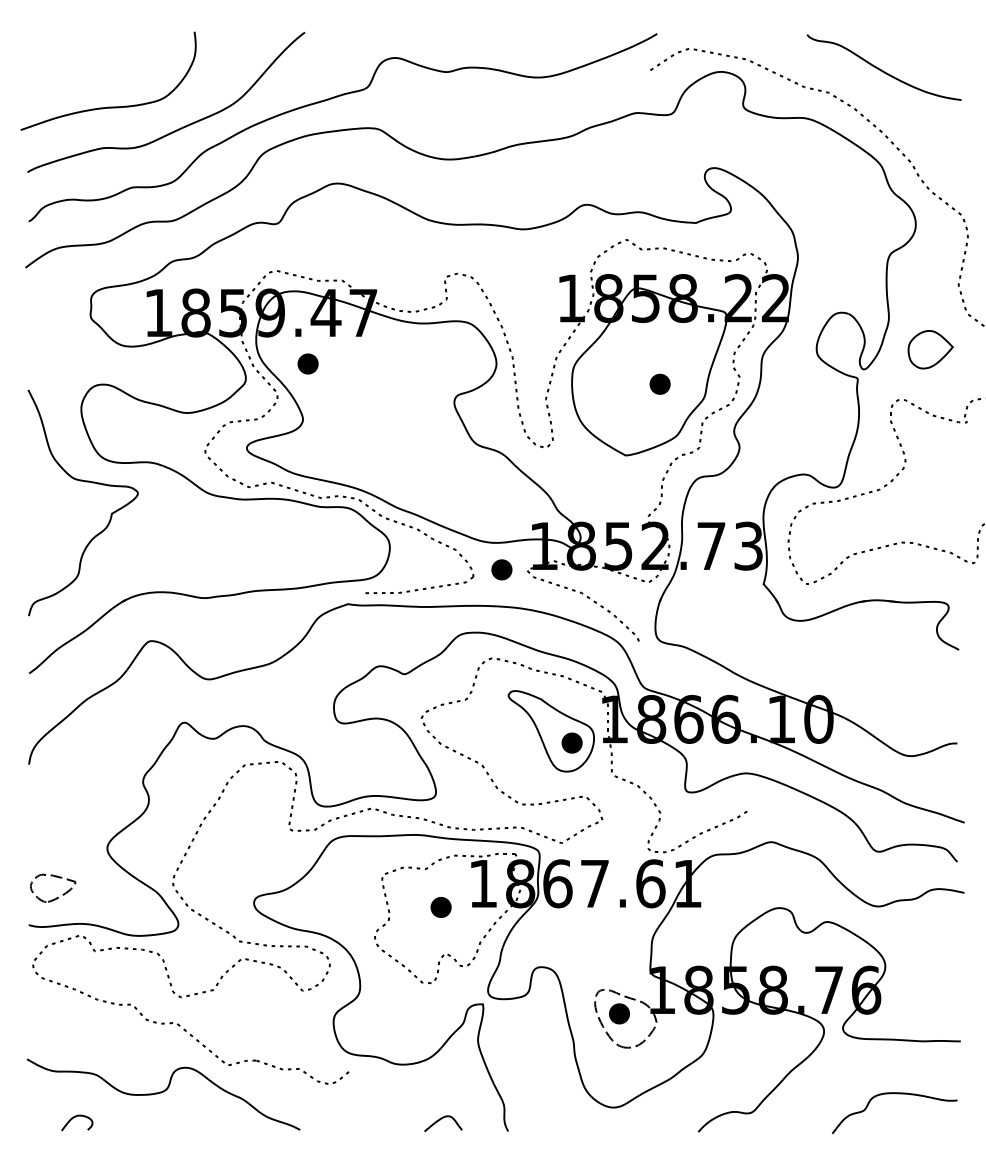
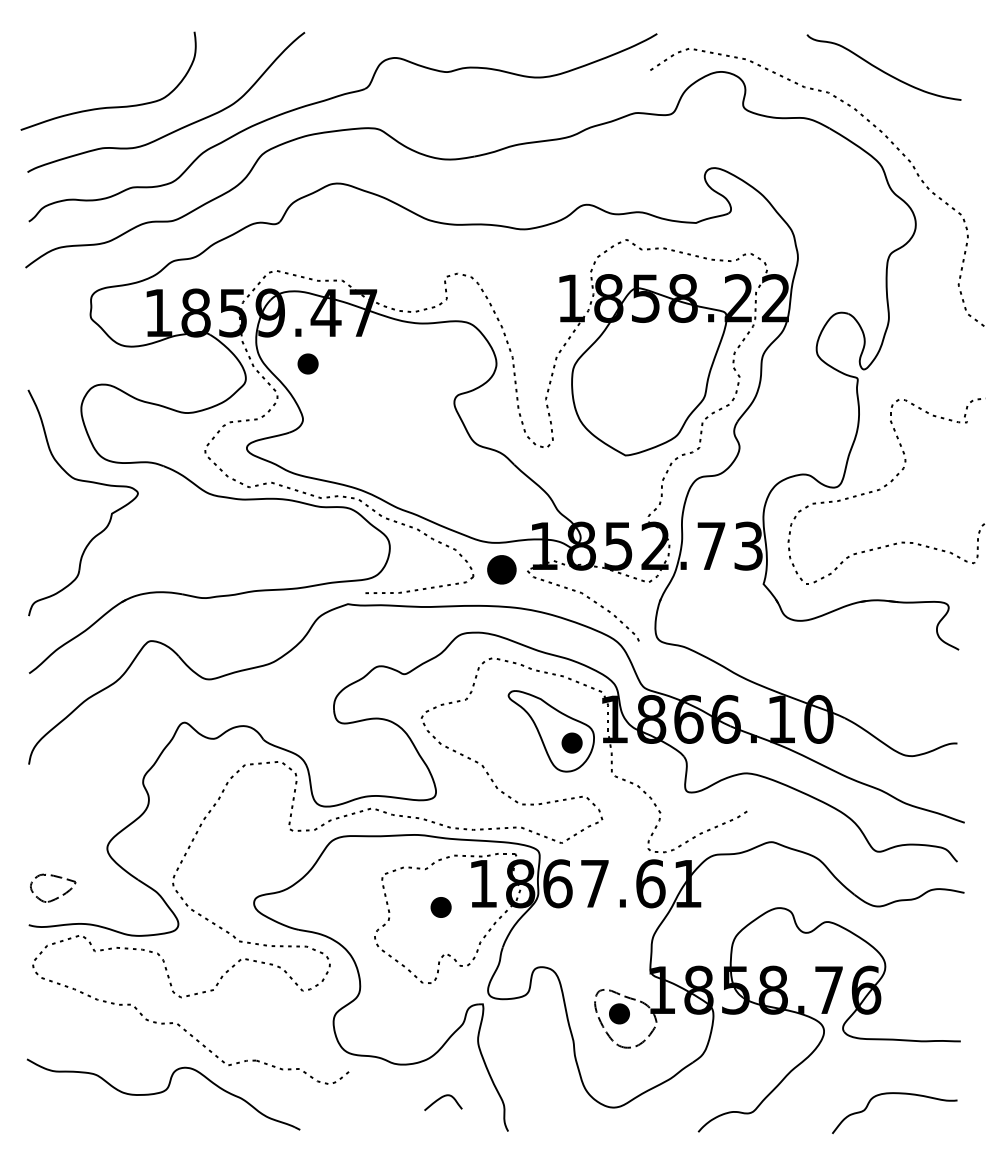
part at (930, 349): present -> none
part at (659, 383): present -> none
part at (501, 569) size: 22x22 px -> 30x30 px
curve at (76, 1117): present -> none
curve at (440, 1120) position: (440, 1120) -> (440, 1099)
